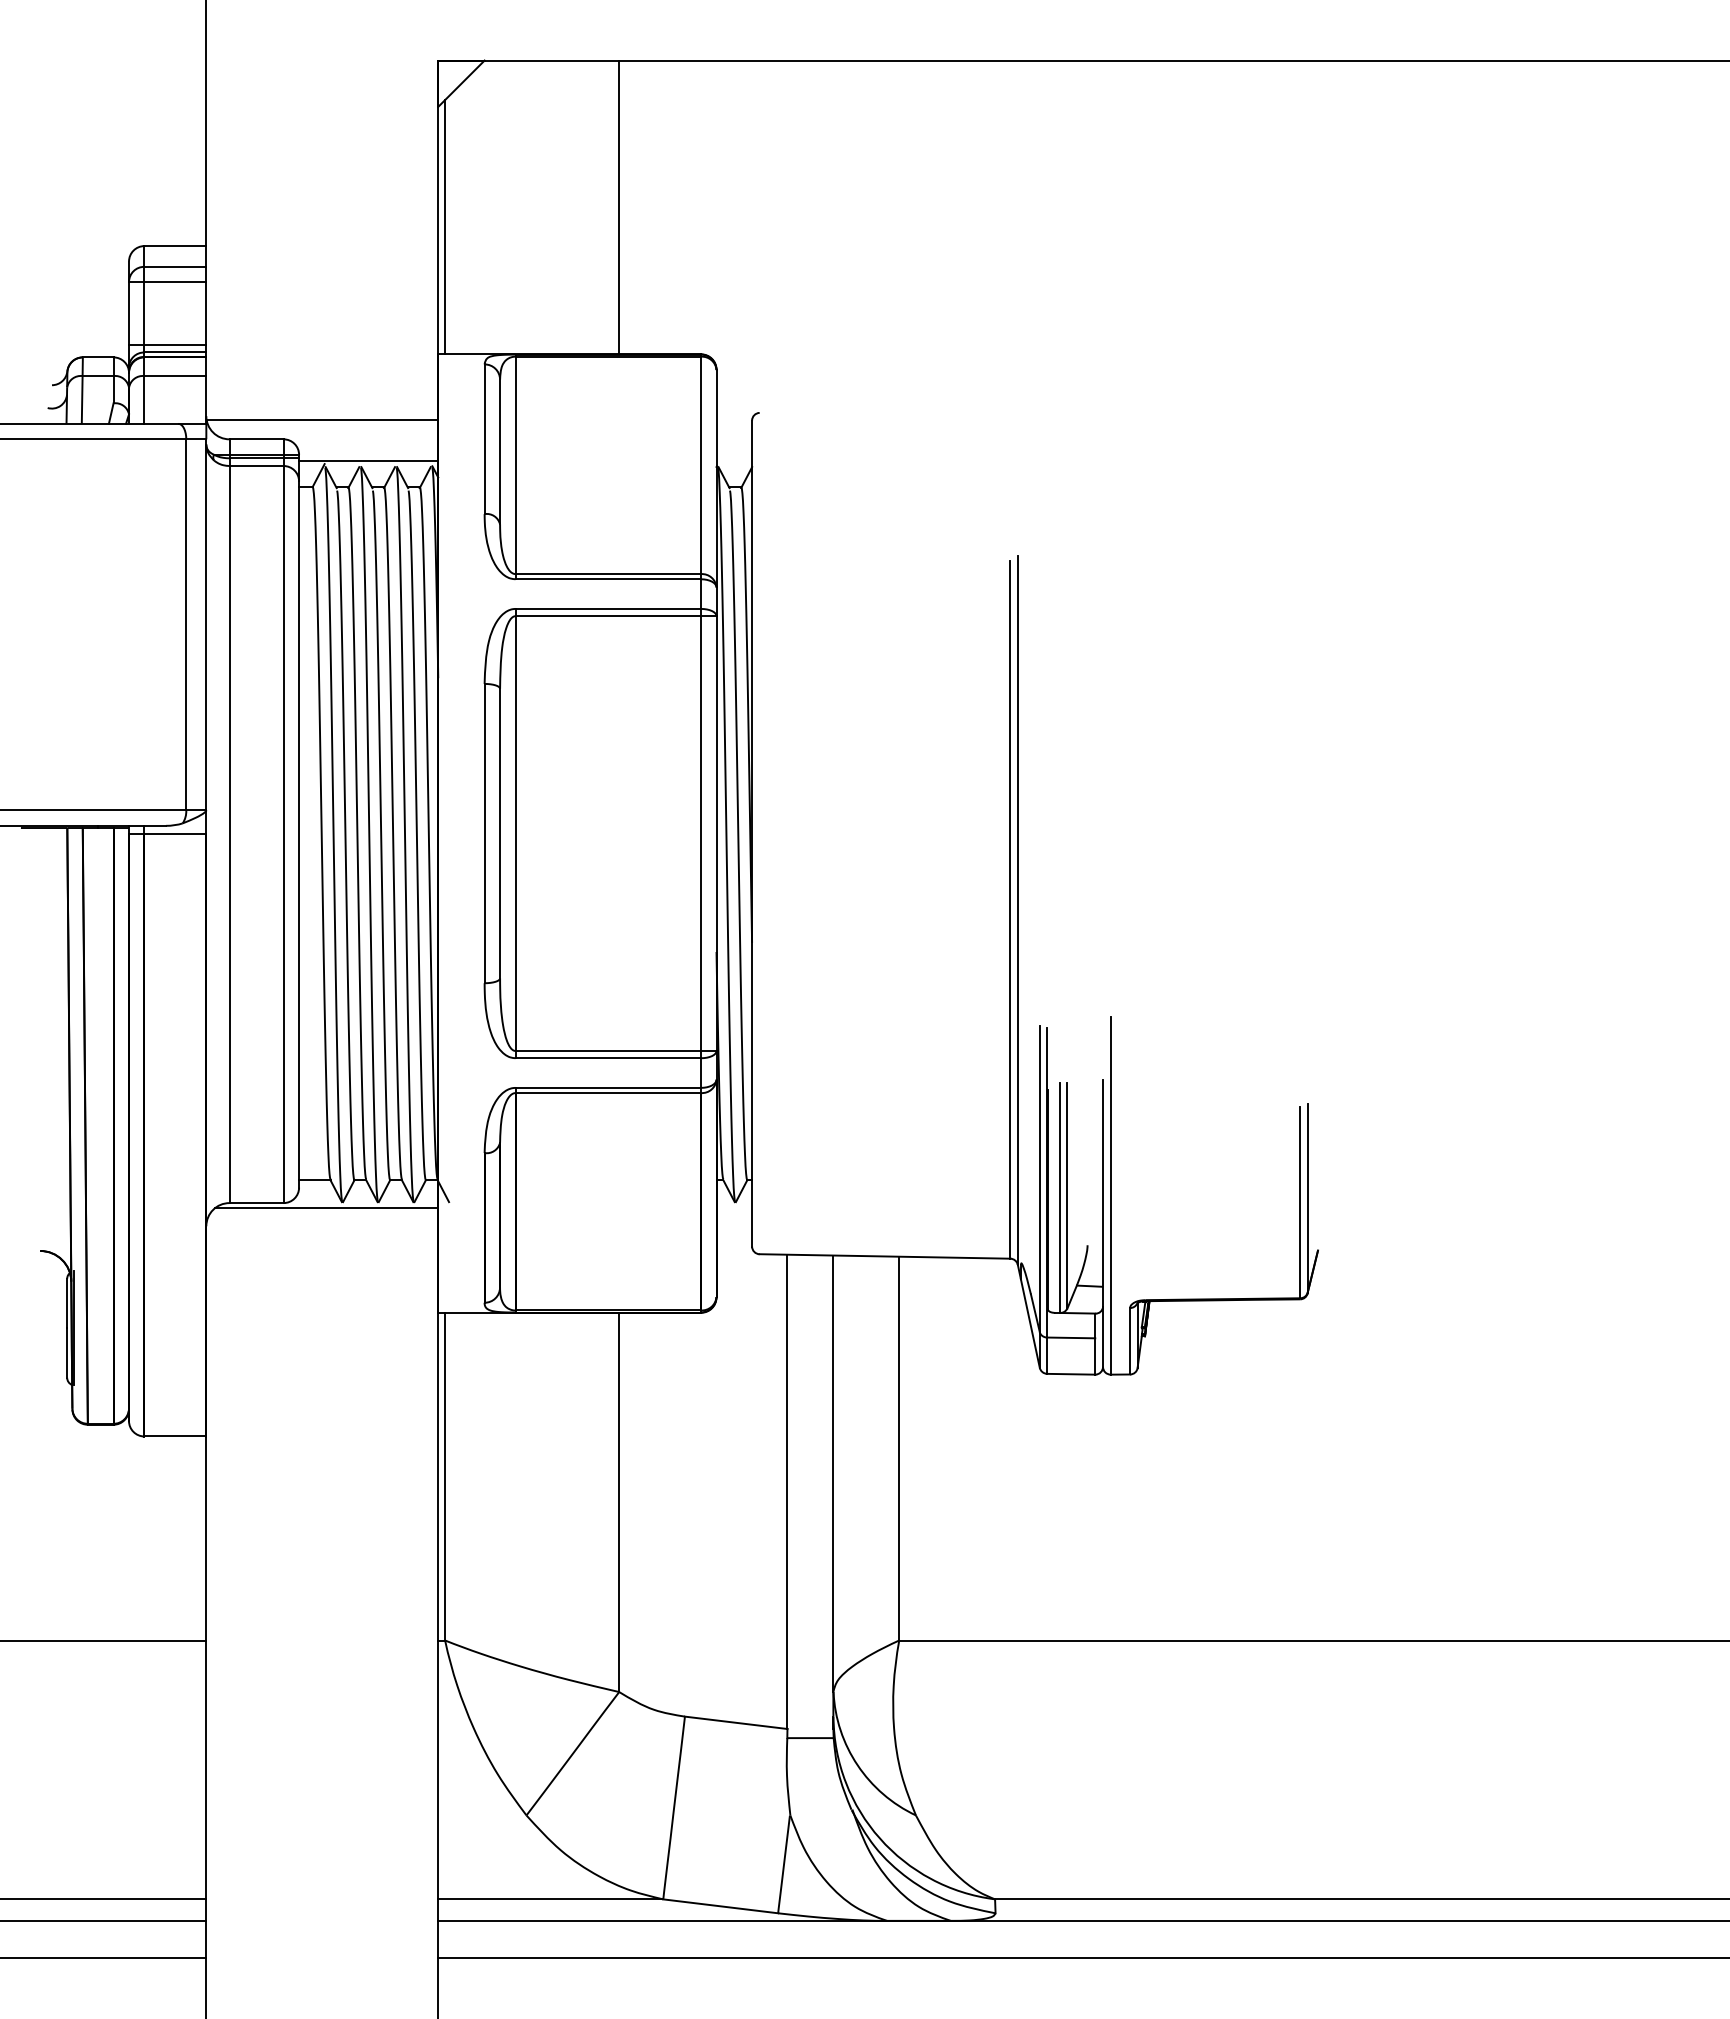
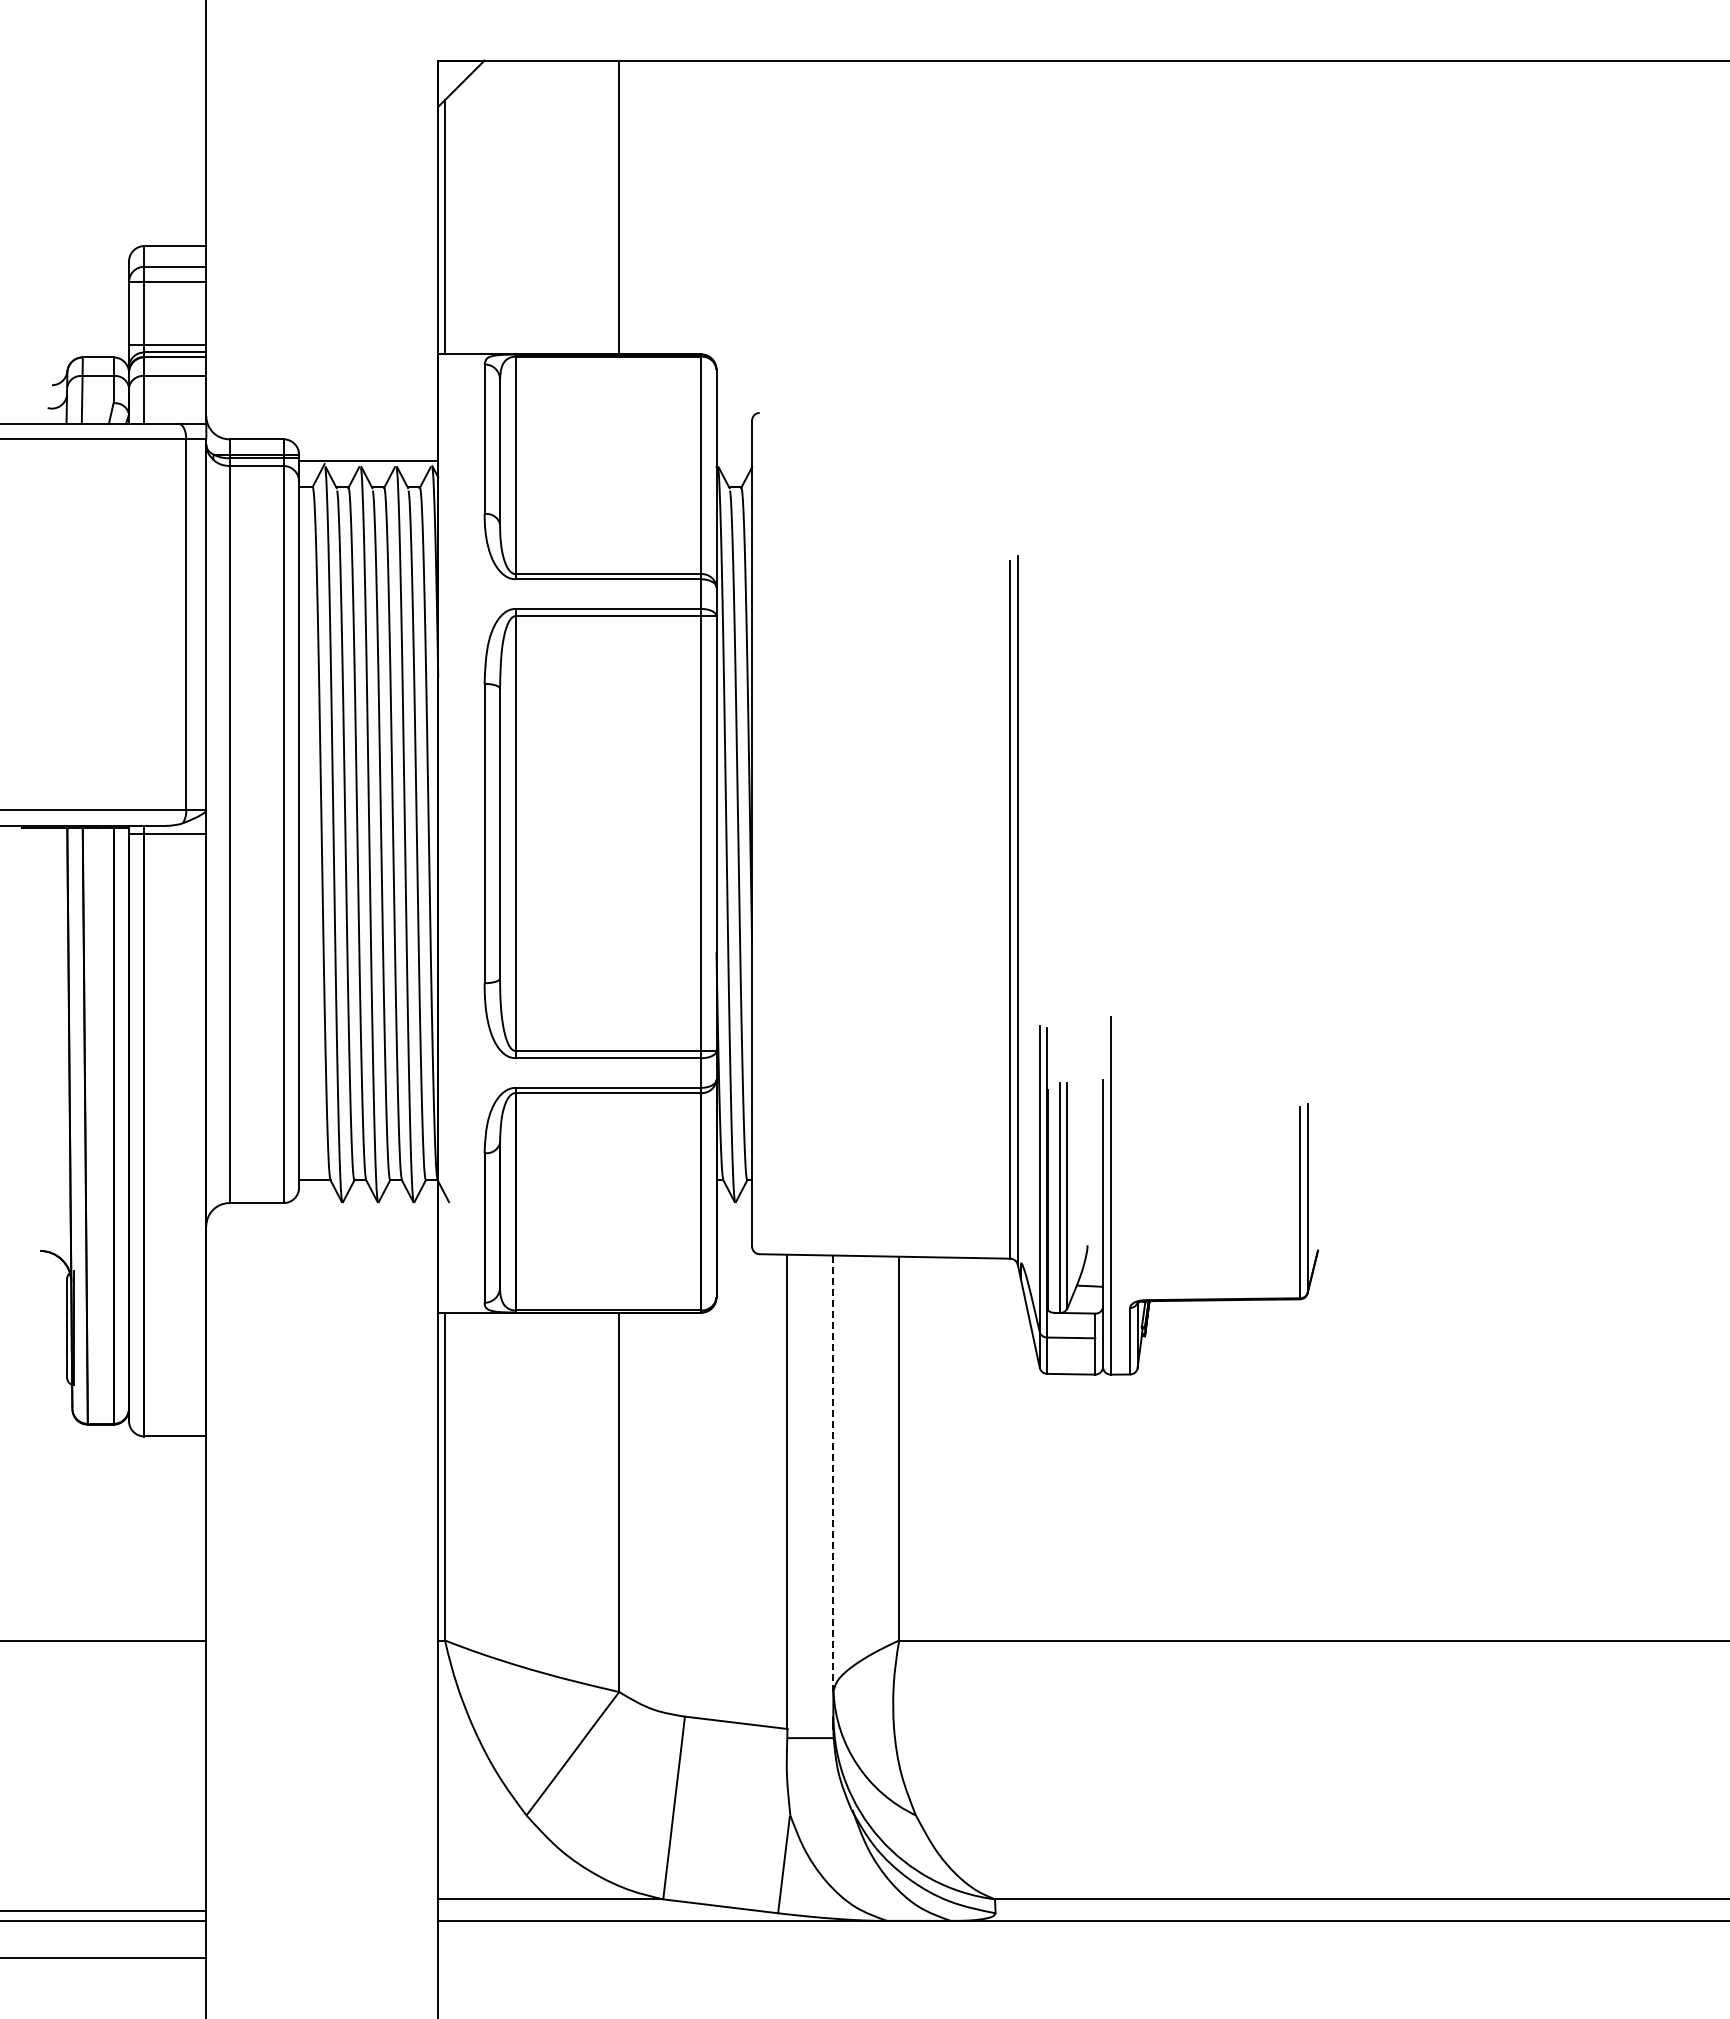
line at (322, 420): present -> none
line at (326, 1208): present -> none
line at (833, 1474): solid -> dashed
line at (104, 1899) position: (104, 1899) -> (104, 1911)
line at (1082, 1958): present -> none
